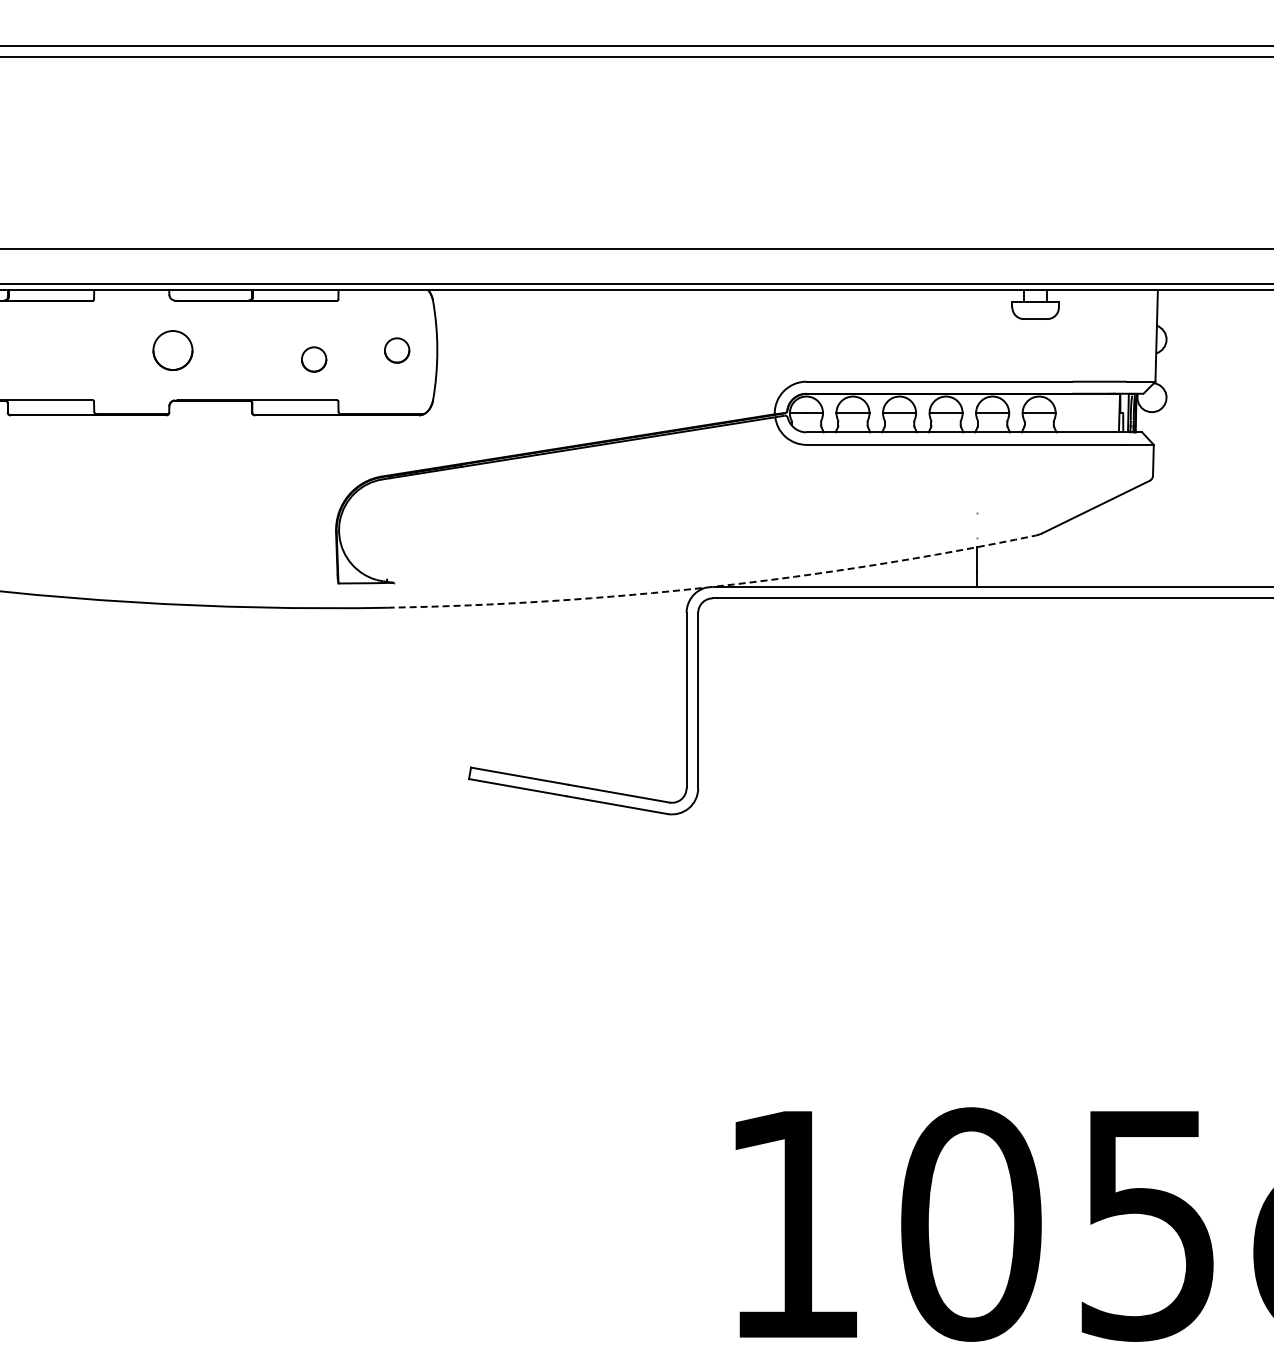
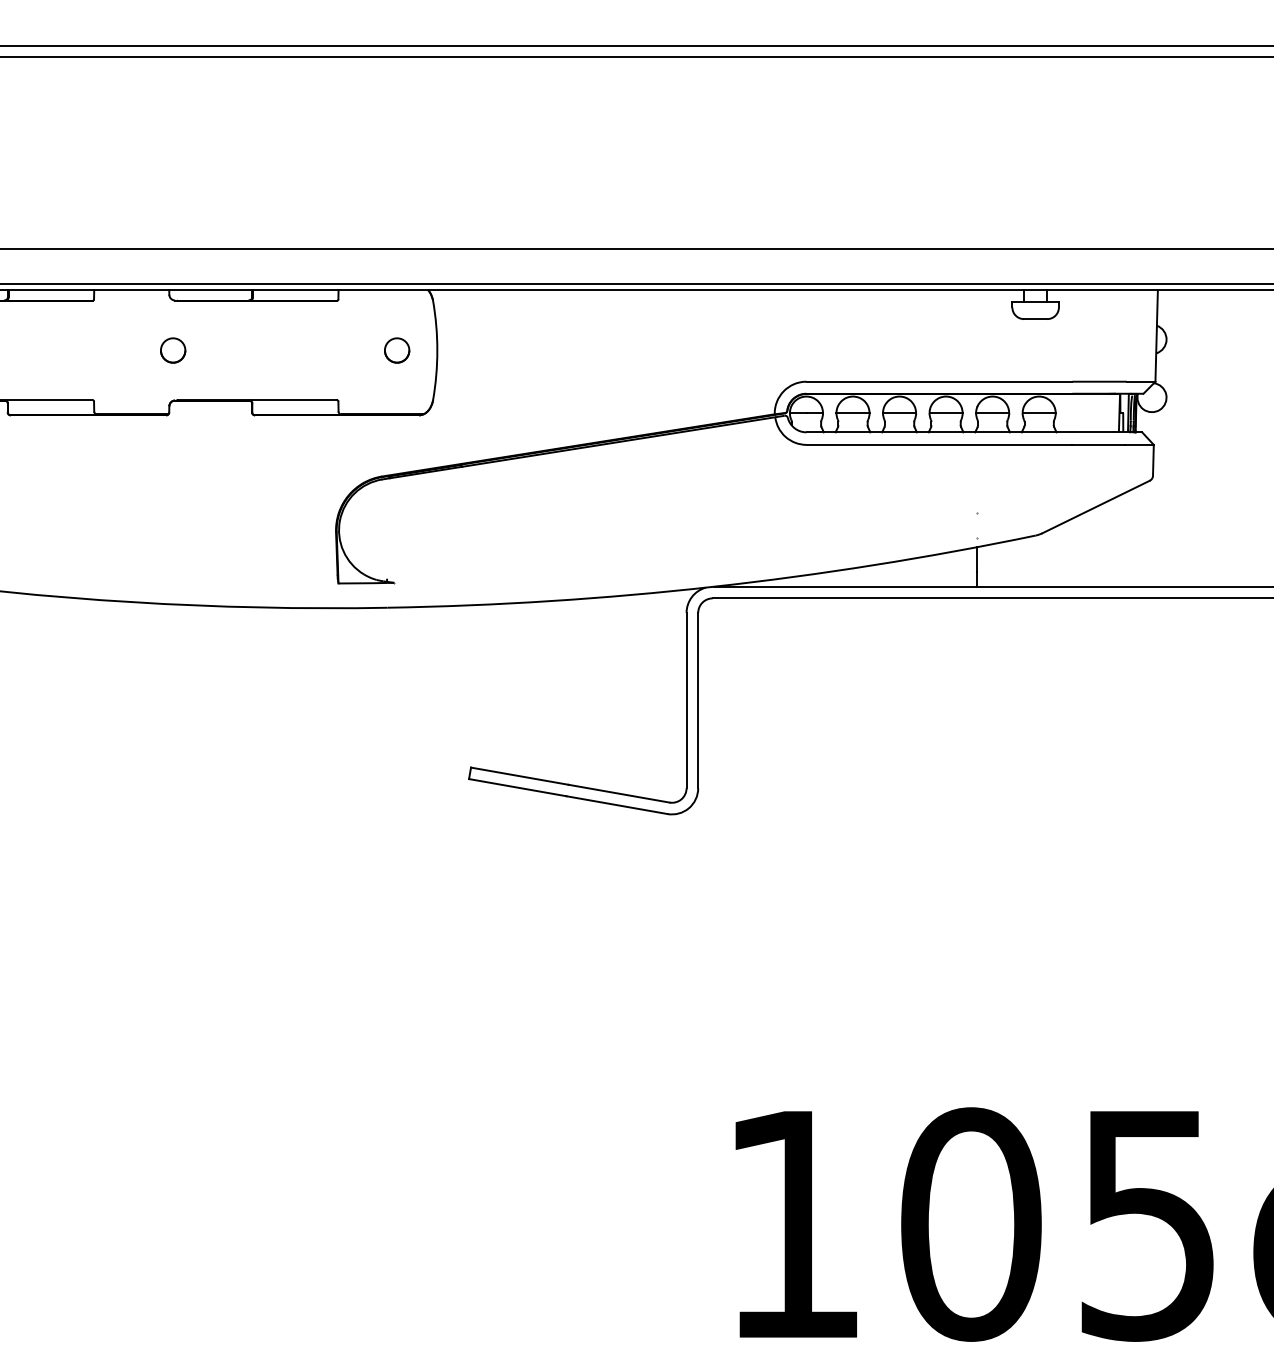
part at (172, 350) size: 42x41 px -> 27x27 px
part at (314, 359): present -> none
arc at (713, 586): dashed -> solid
